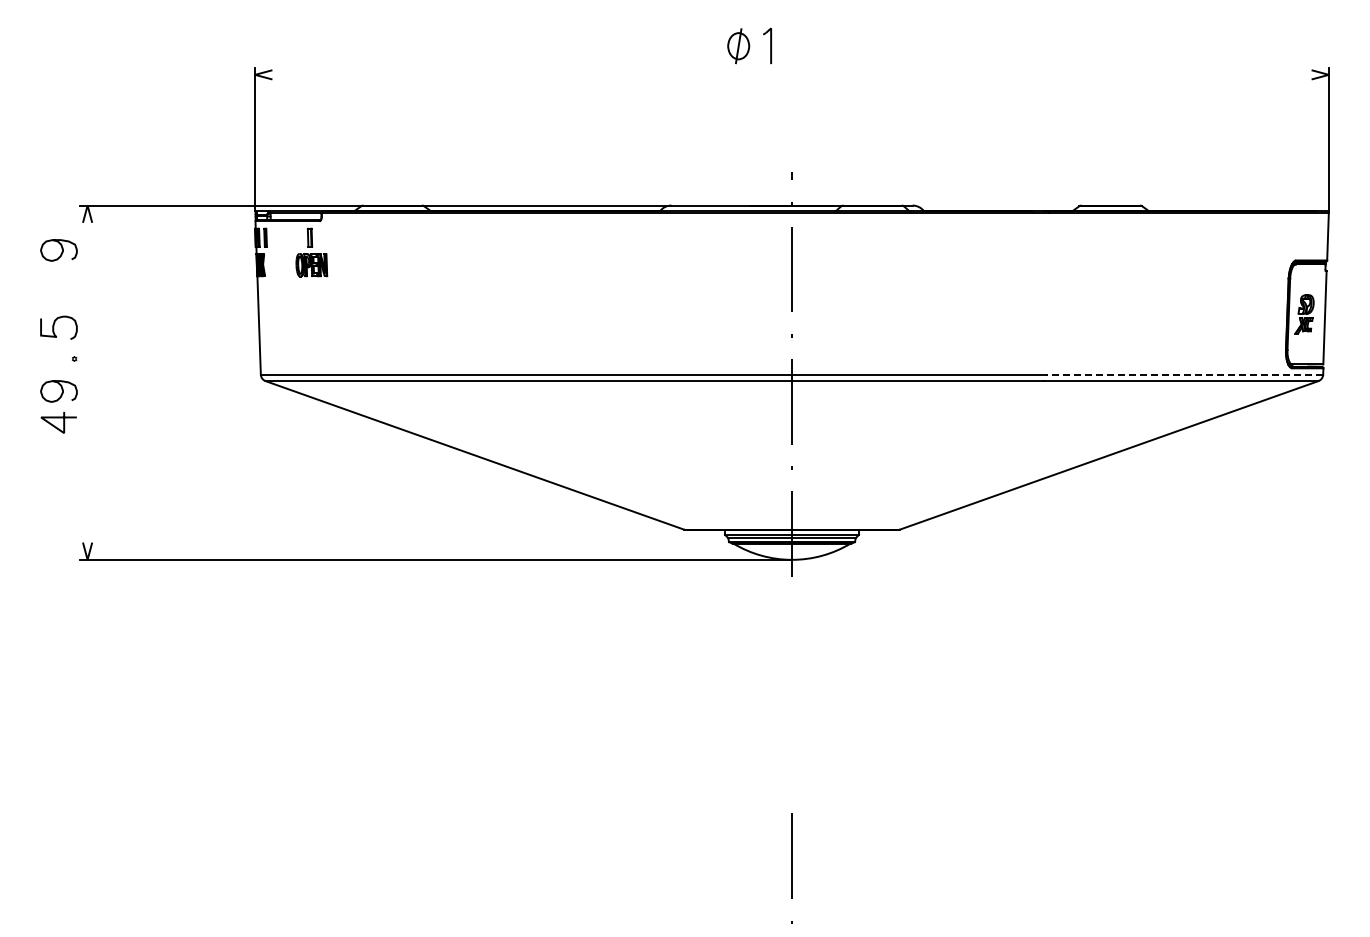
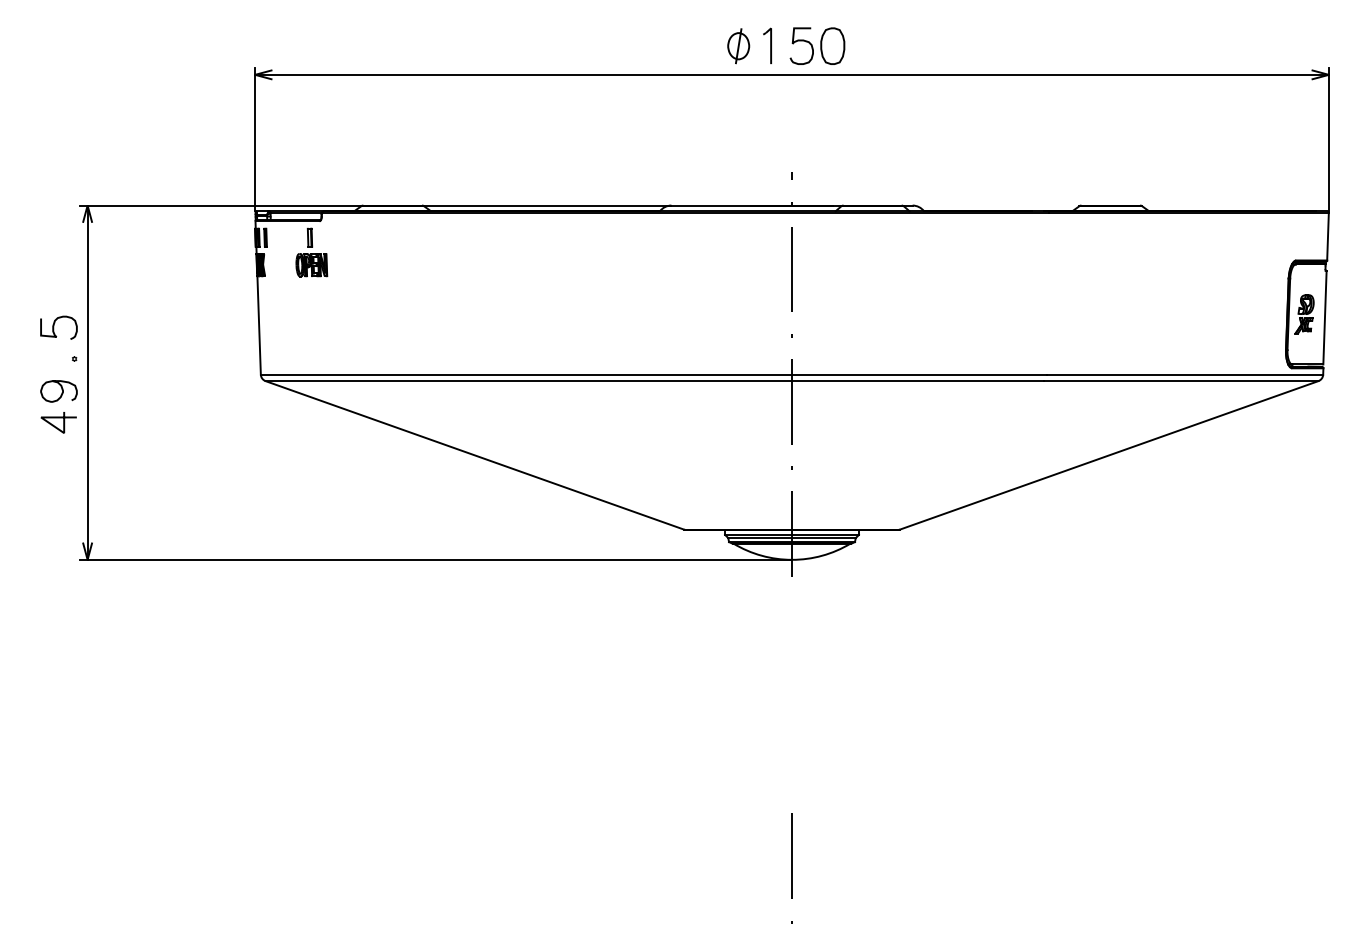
part at (817, 45): none -> present
line at (791, 74): none -> present
curve at (61, 251): present -> none
line at (1184, 374): dashed -> solid
line at (87, 382): none -> present
